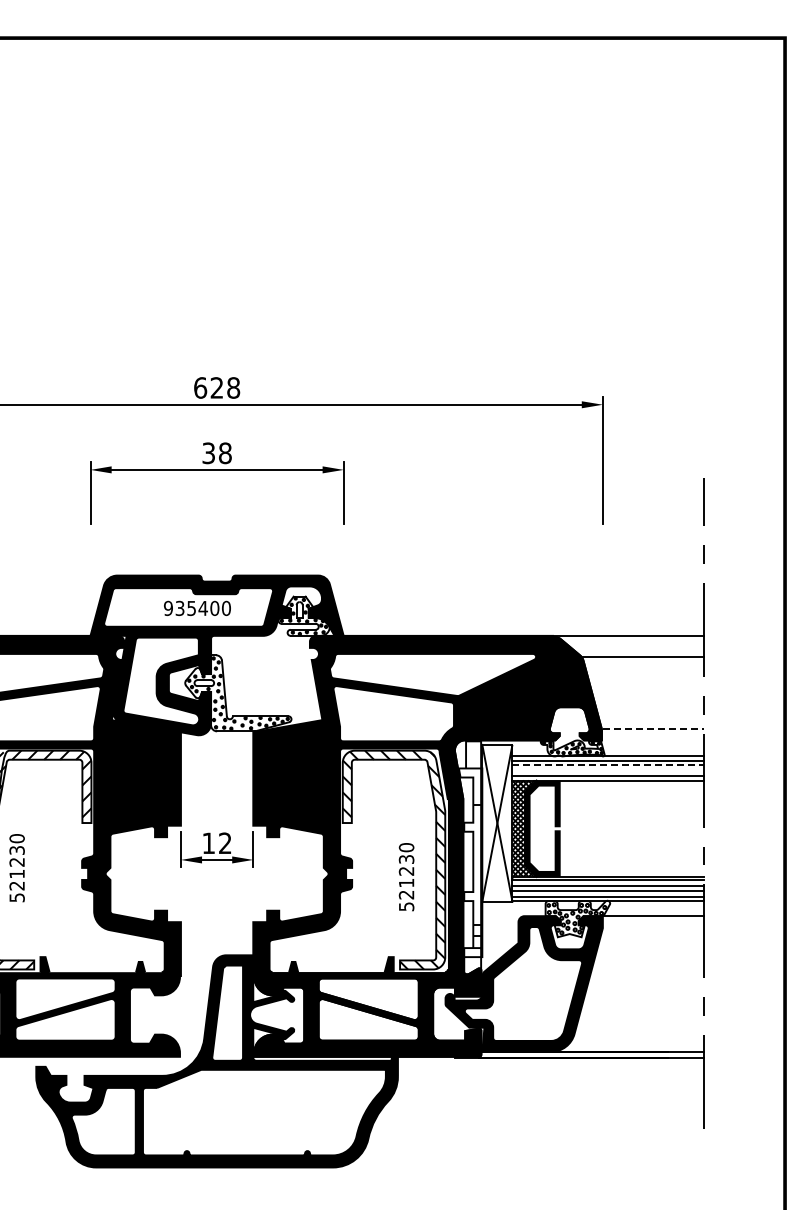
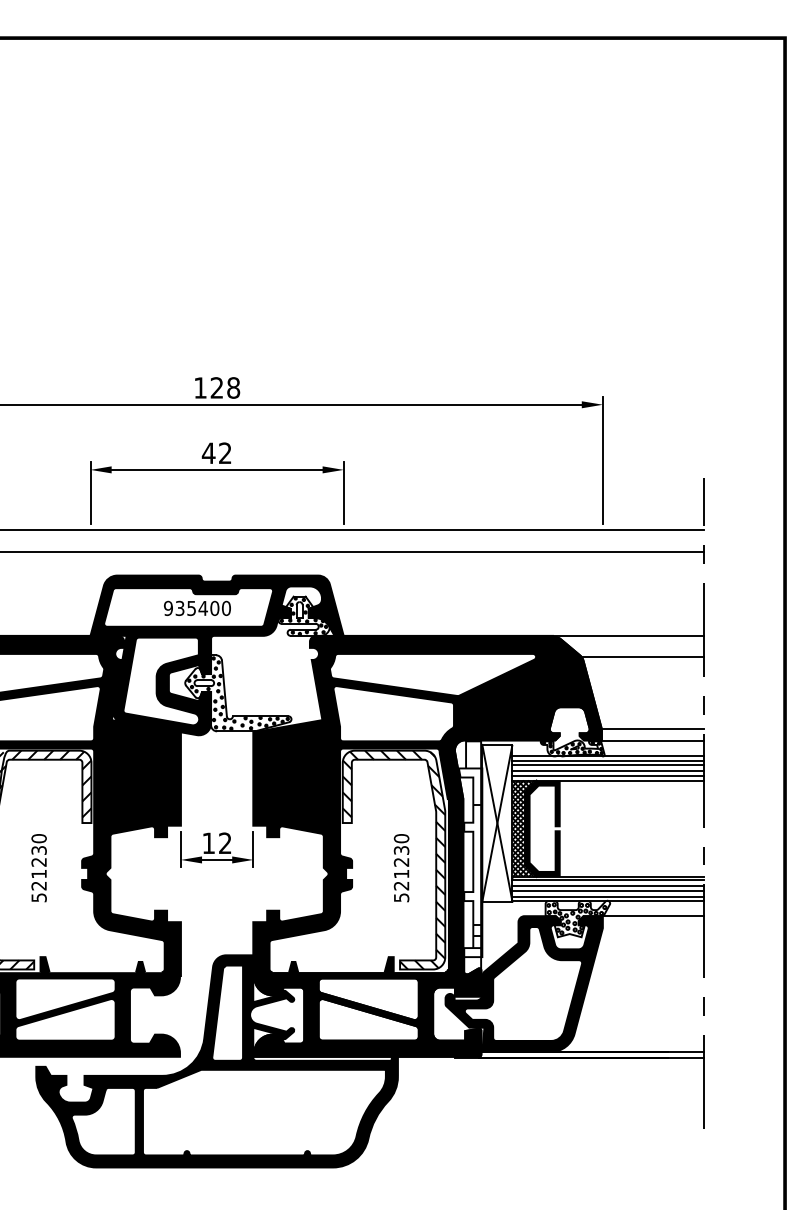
text at (200, 387): 628 -> 128
text at (216, 453): 38 -> 42
line at (352, 530): none -> present
line at (352, 551): none -> present
line at (653, 729): dashed -> solid
line at (652, 741): none -> present
line at (608, 765): dashed -> solid
line at (607, 771): none -> present
text at (16, 868) position: (16, 868) -> (38, 868)
text at (406, 877) position: (406, 877) -> (401, 868)
